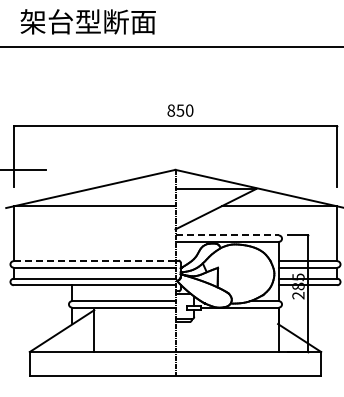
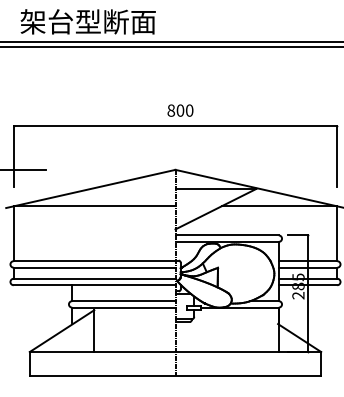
line at (171, 42): none -> present
text at (180, 110): 850 -> 800
line at (227, 235): dashed -> solid
line at (94, 261): dashed -> solid
